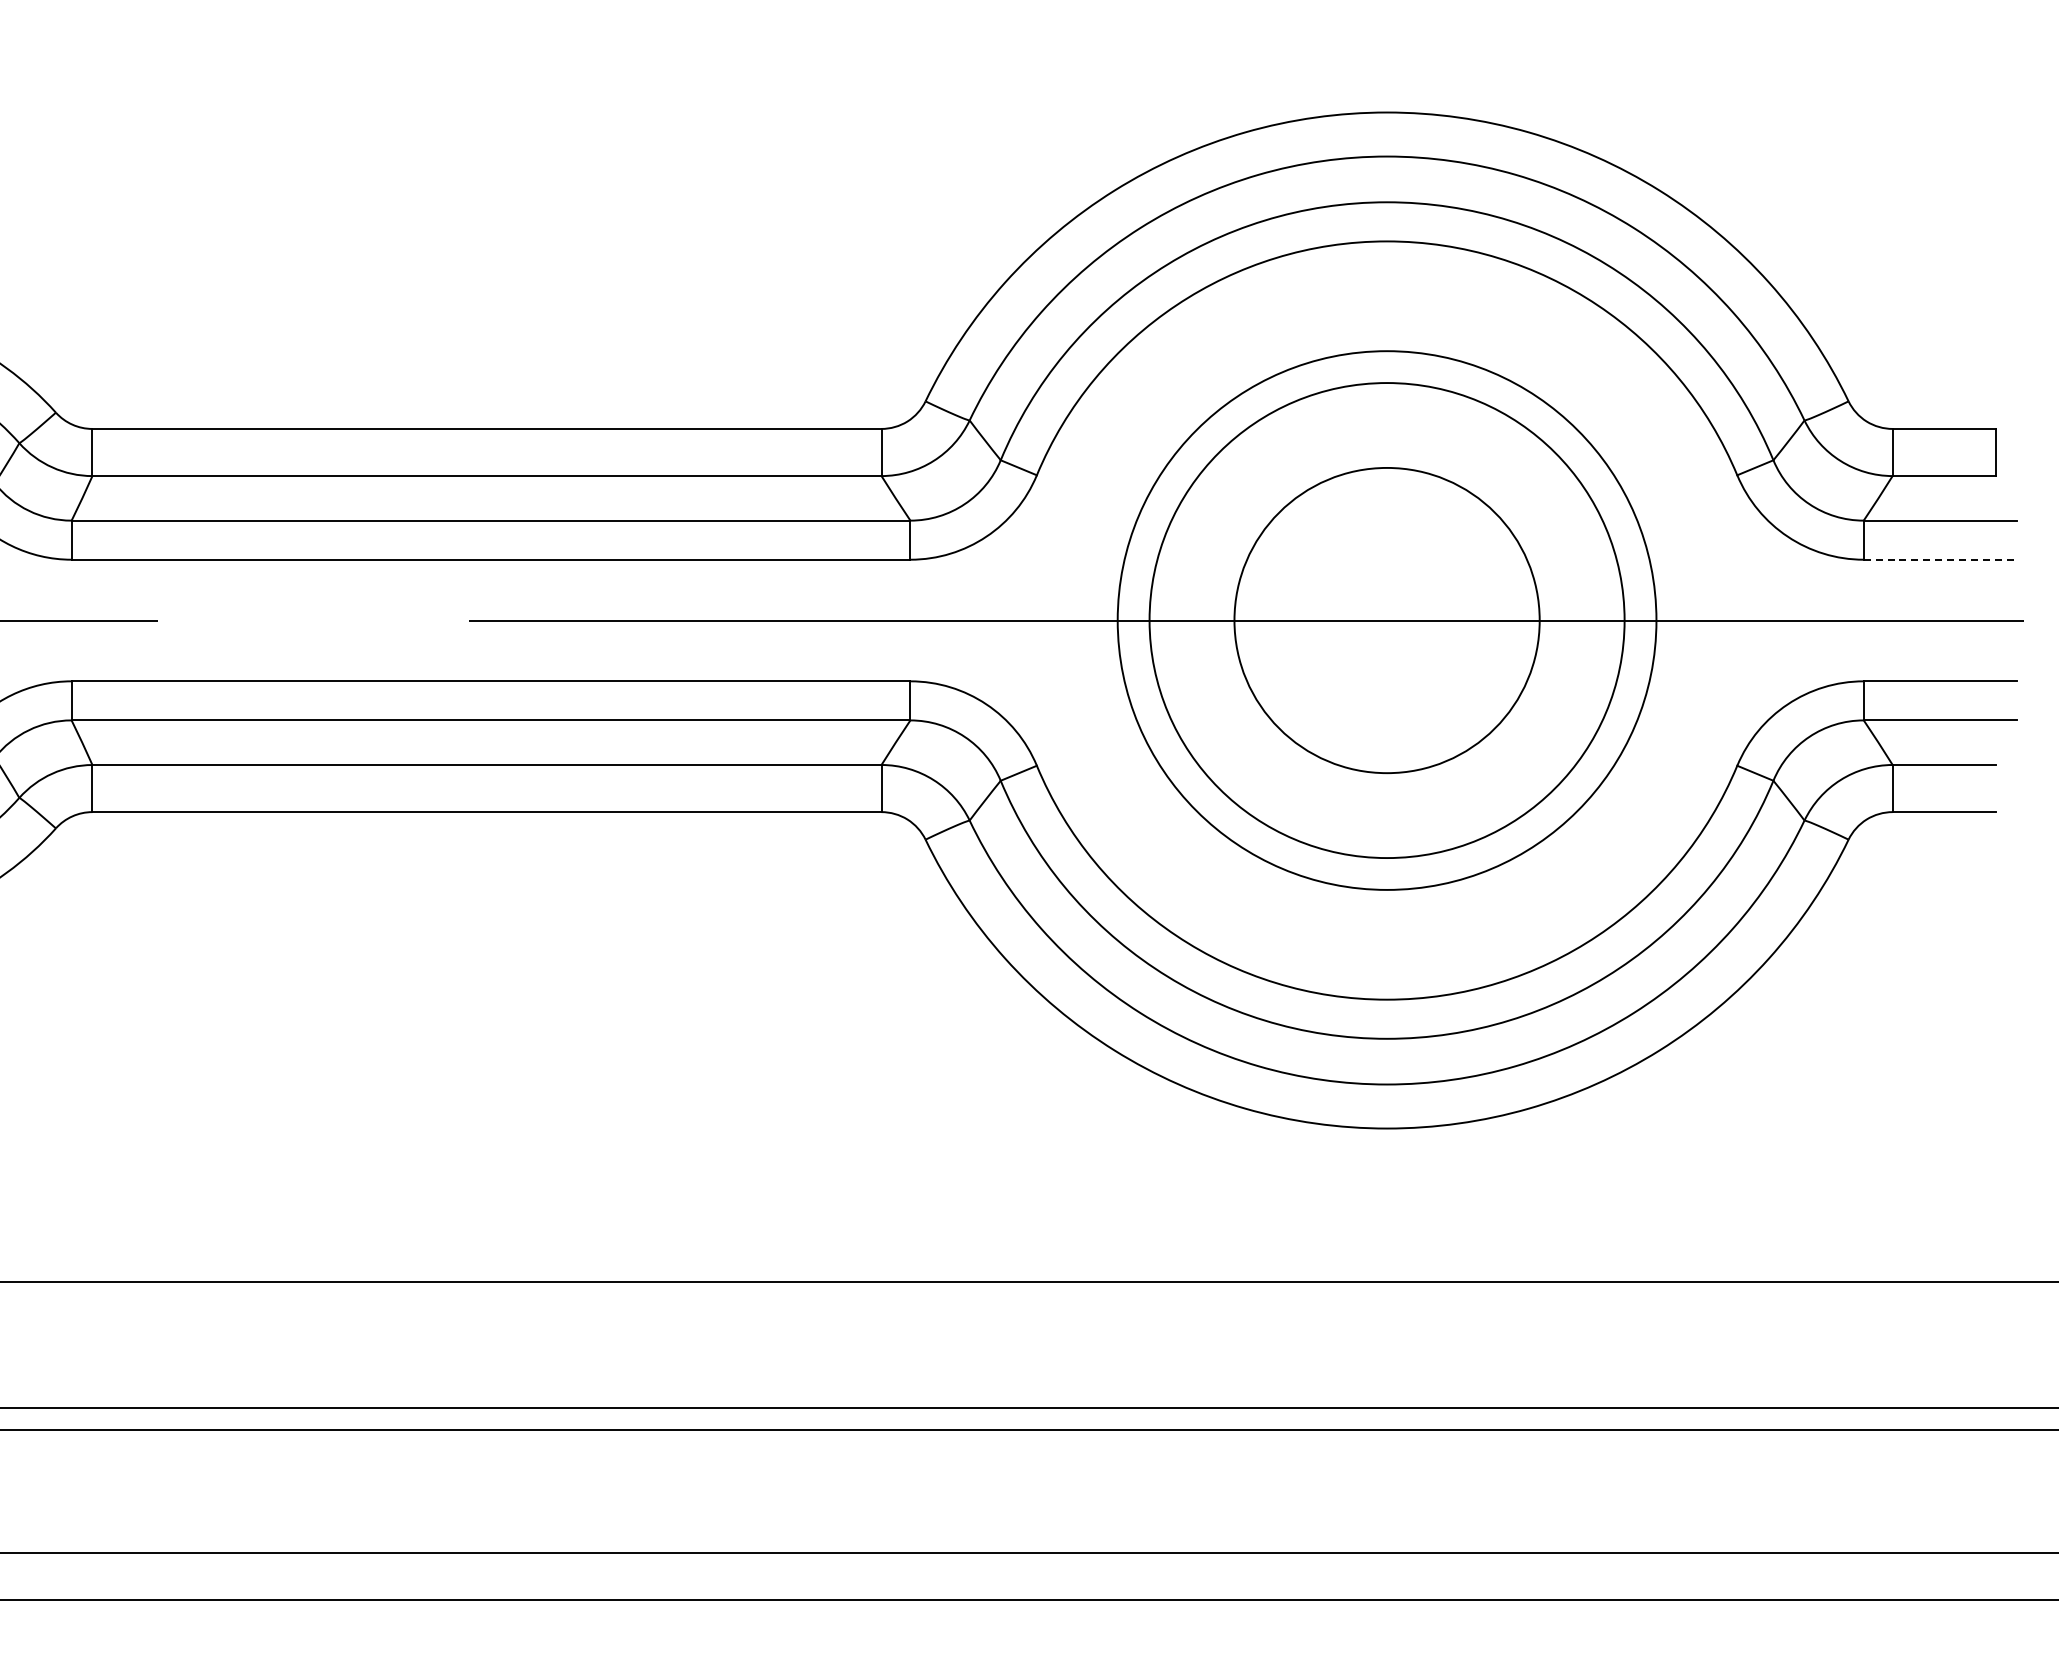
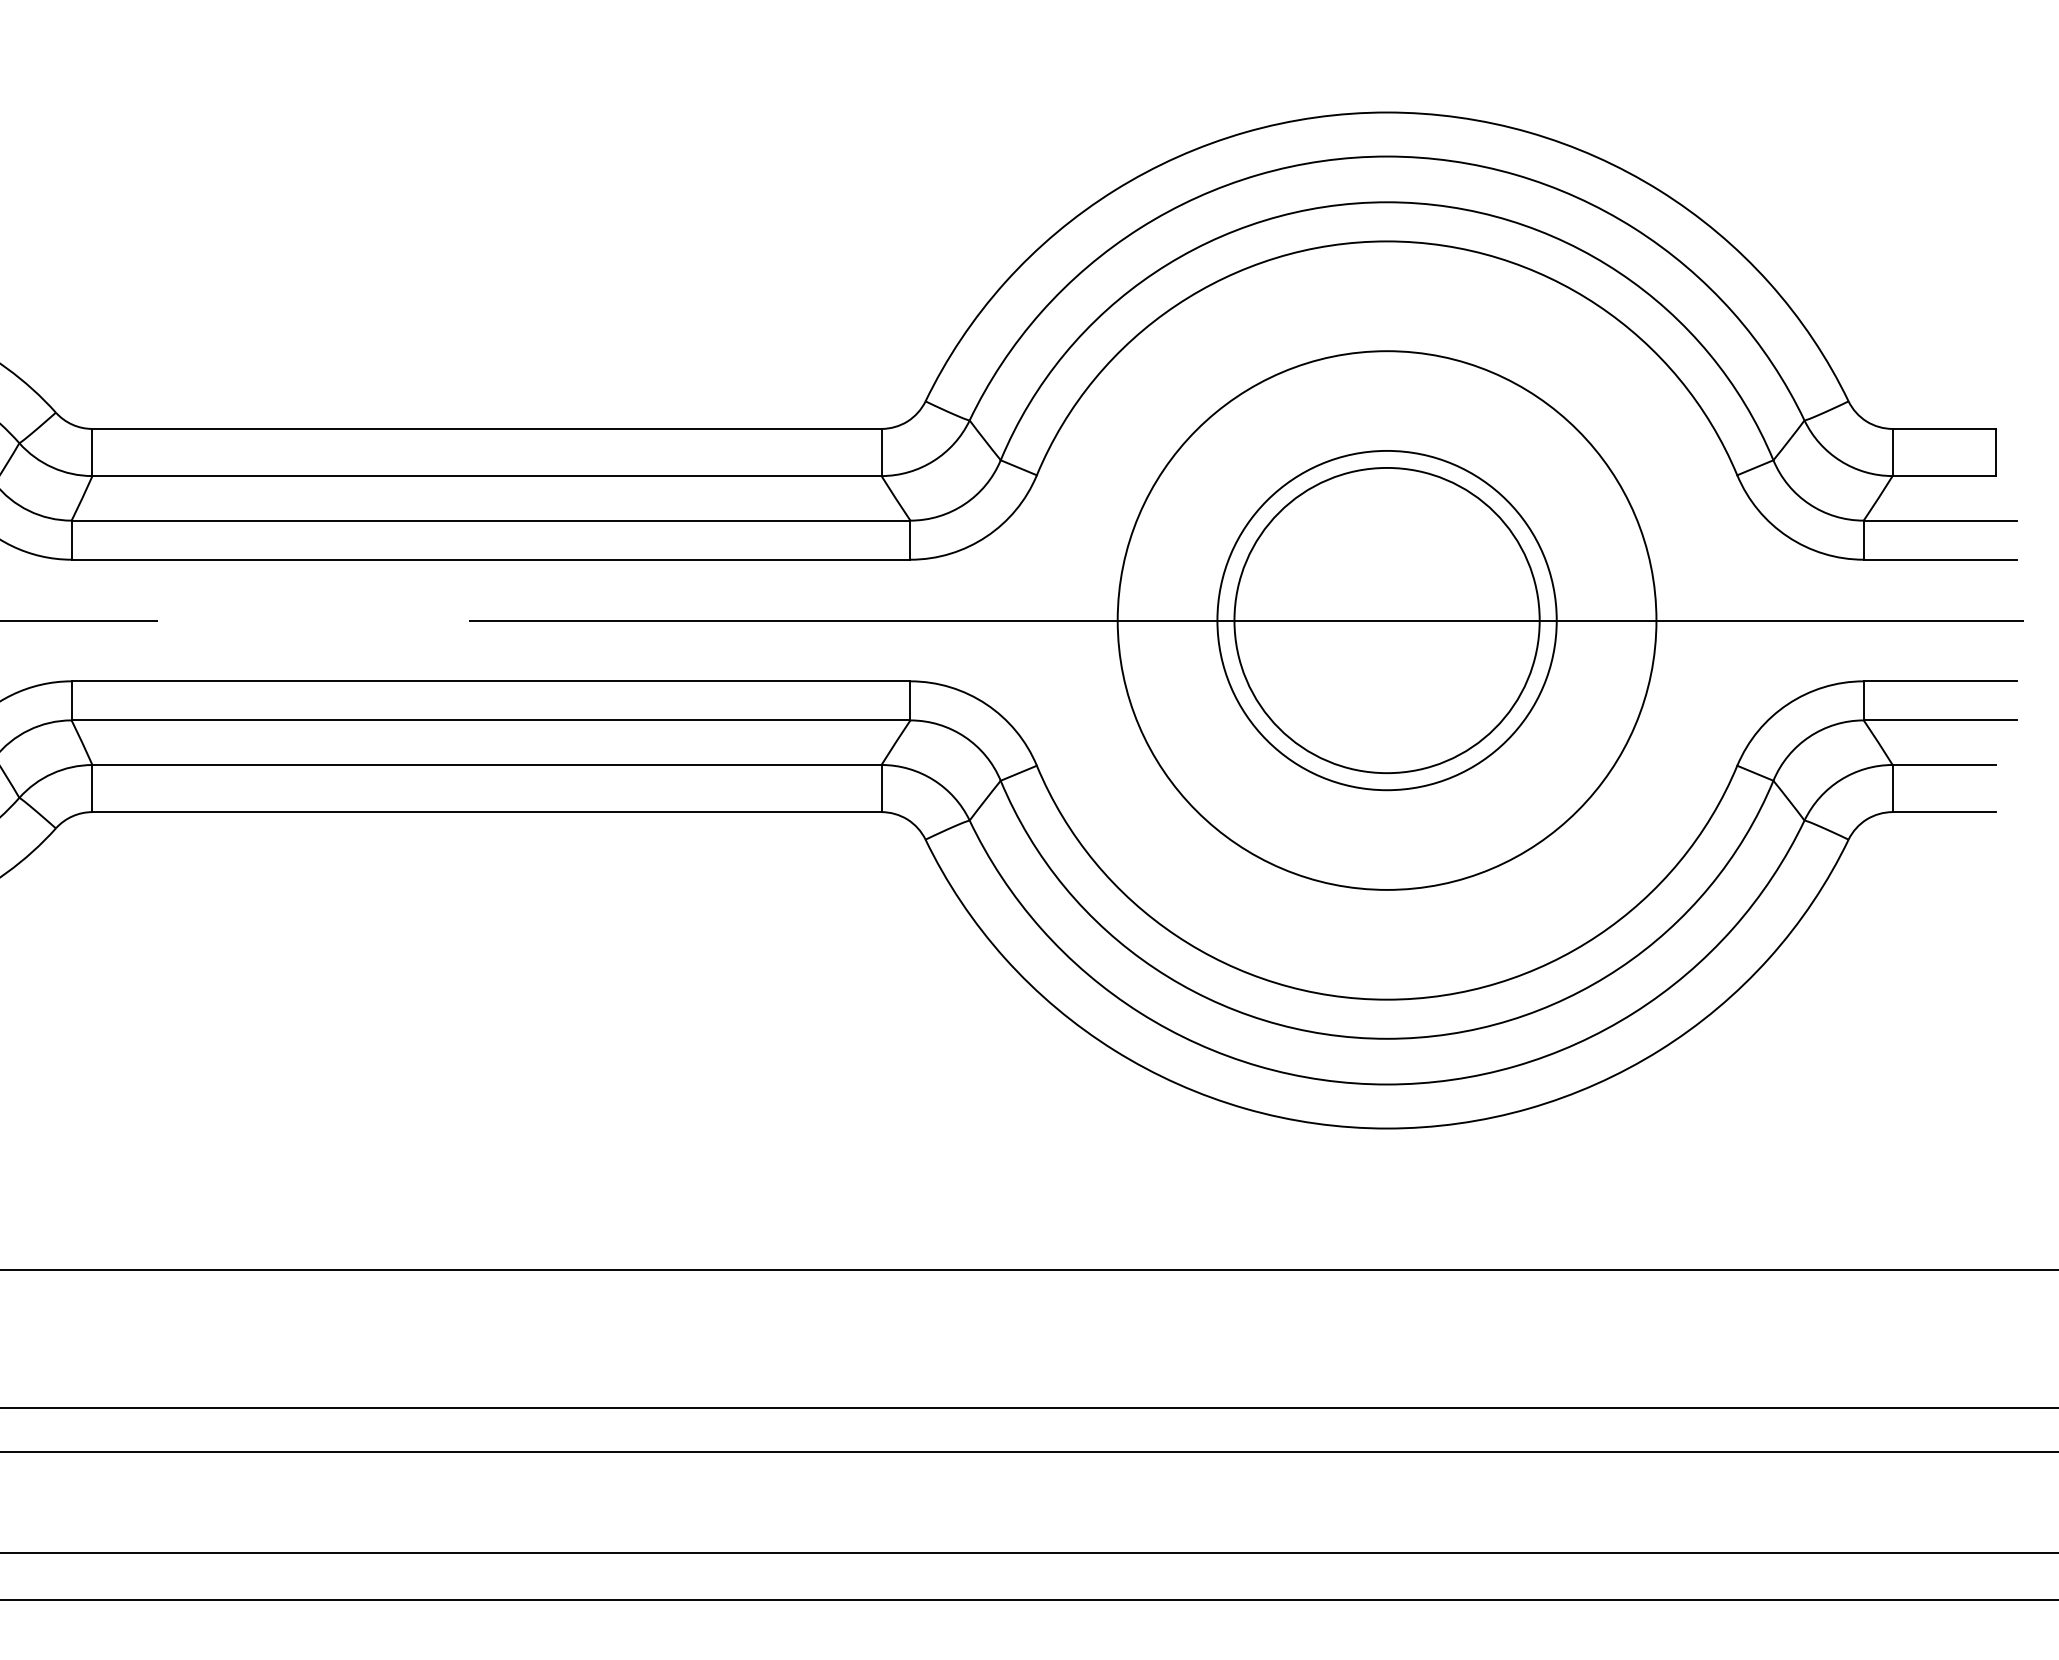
line at (1940, 559): dashed -> solid
circle at (1386, 620) diameter: 475 px -> 339 px
line at (1028, 1282) position: (1028, 1282) -> (1028, 1270)
line at (1028, 1429) position: (1028, 1429) -> (1028, 1451)
